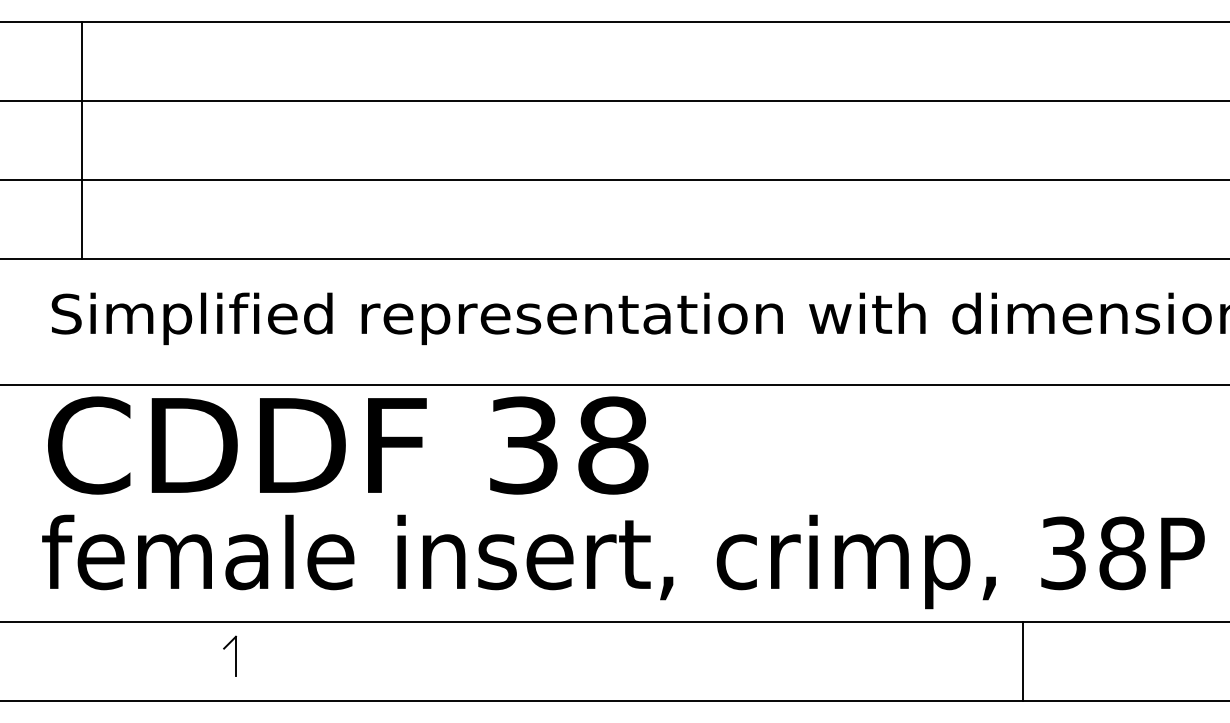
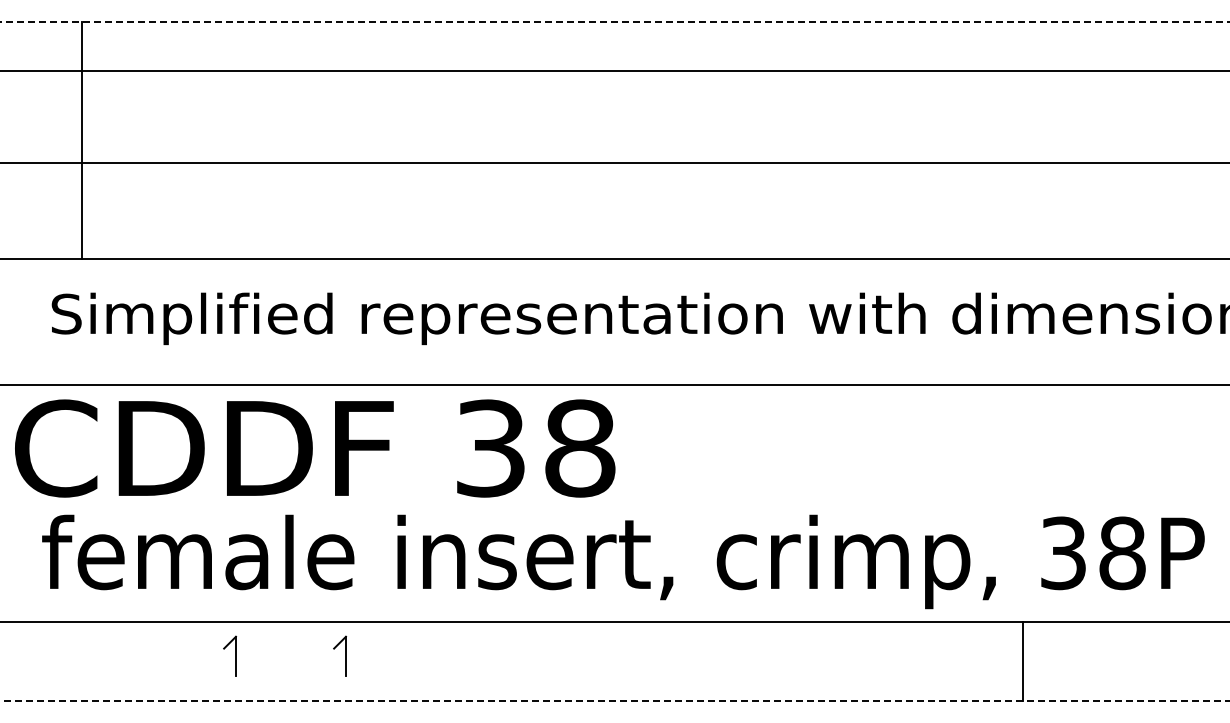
line at (615, 21): solid -> dashed
line at (614, 100) position: (614, 100) -> (614, 70)
line at (614, 179) position: (614, 179) -> (614, 162)
text at (348, 445) position: (348, 445) -> (315, 448)
part at (339, 655): none -> present
line at (614, 701): solid -> dashed
